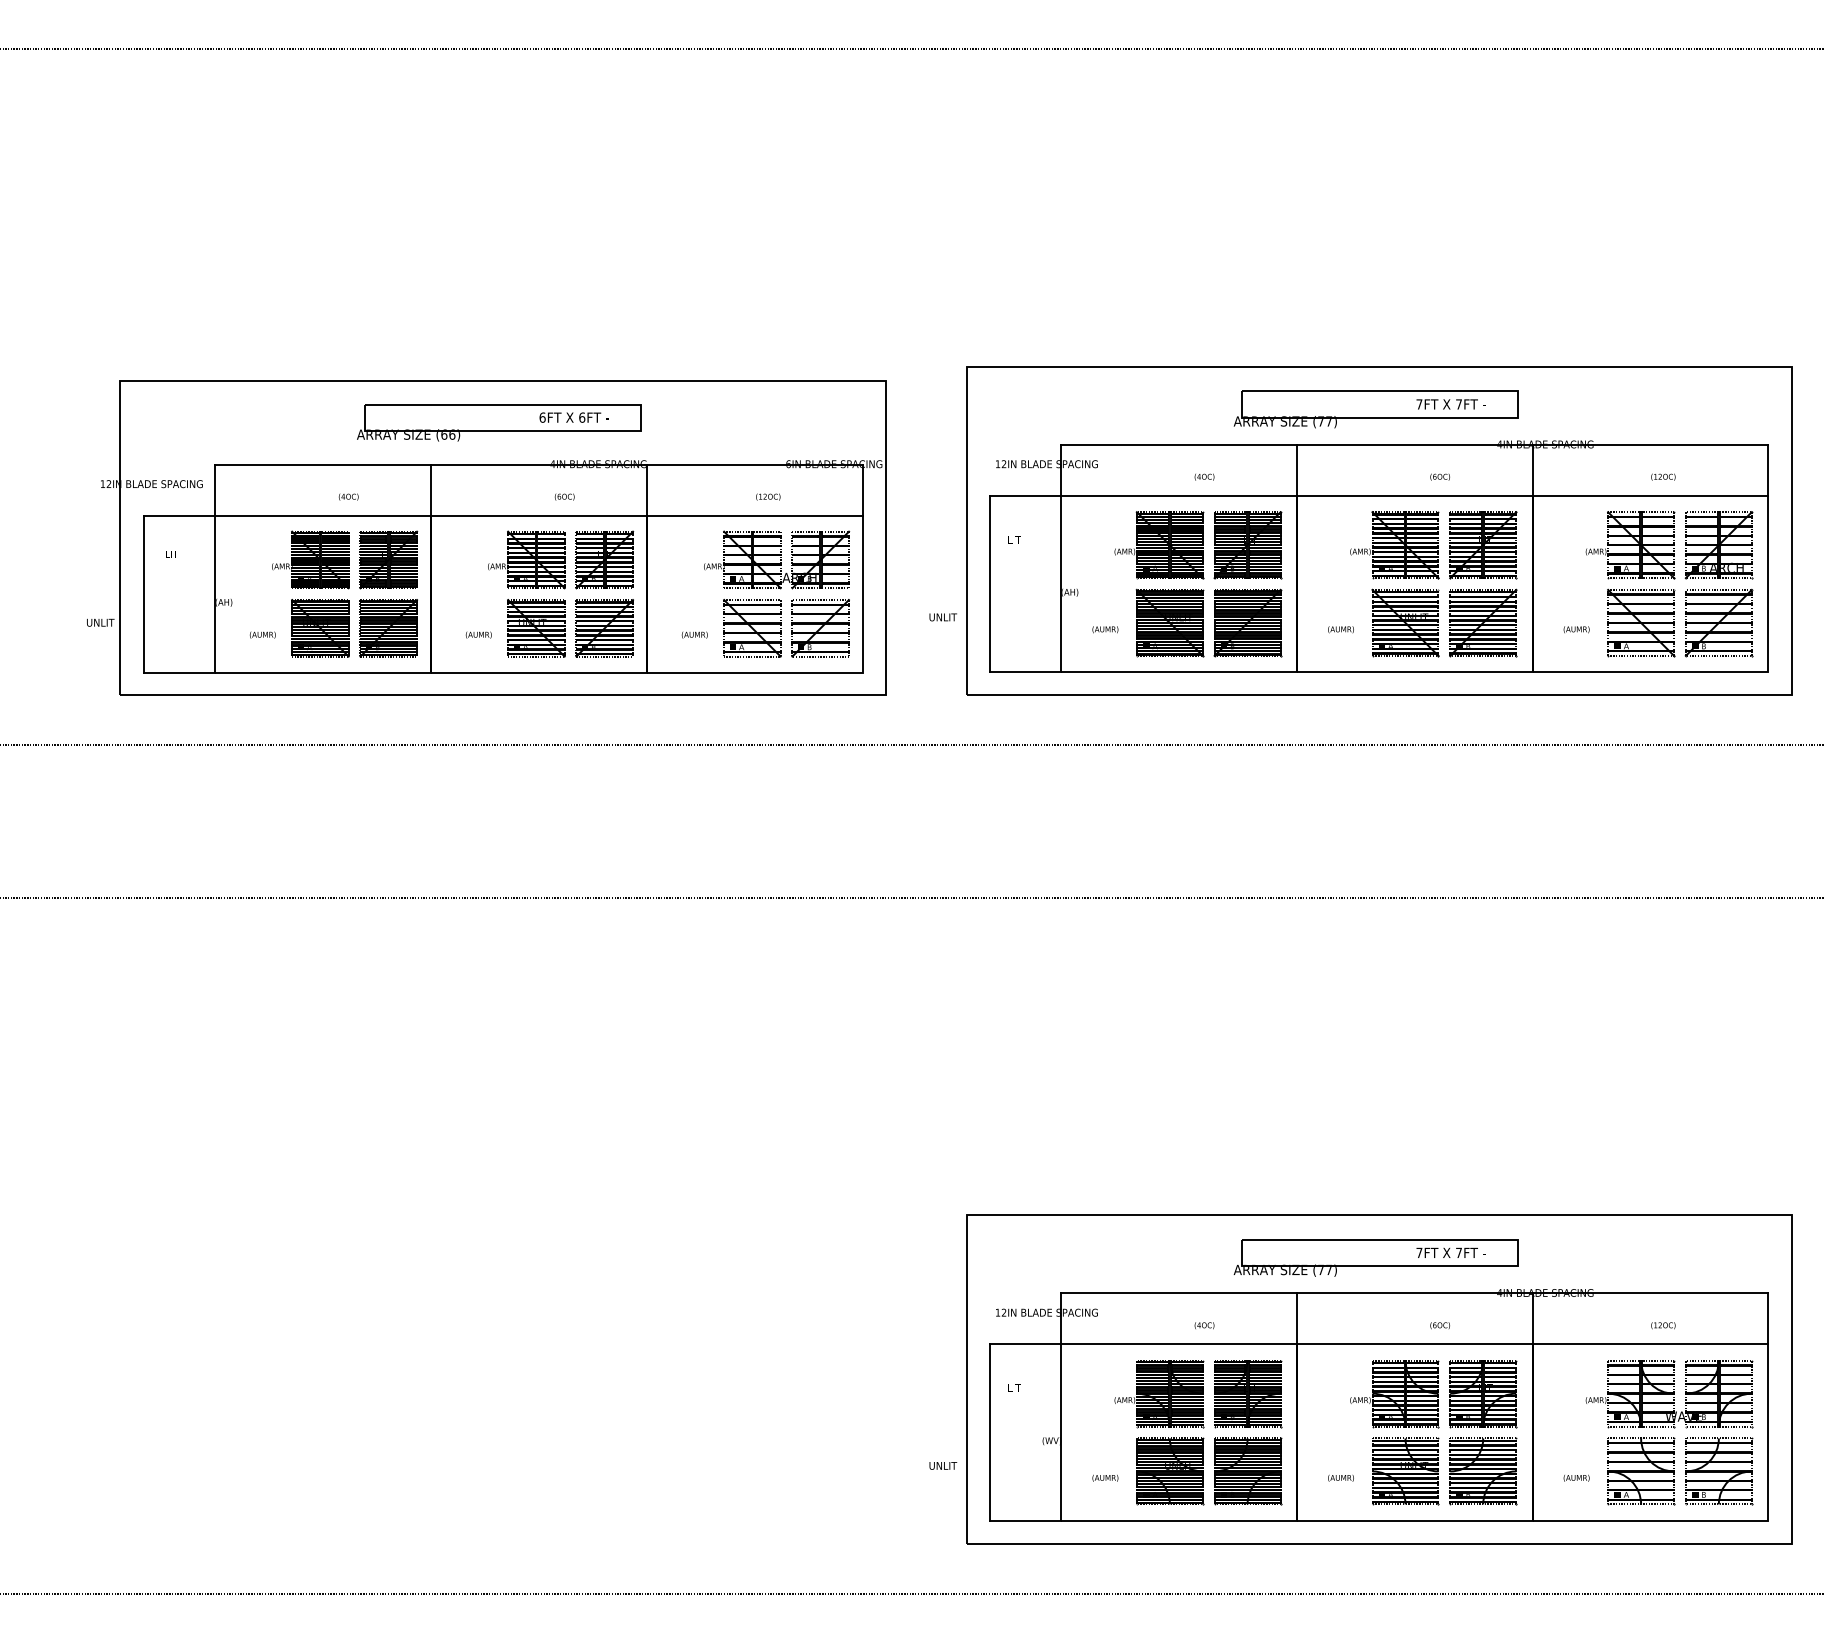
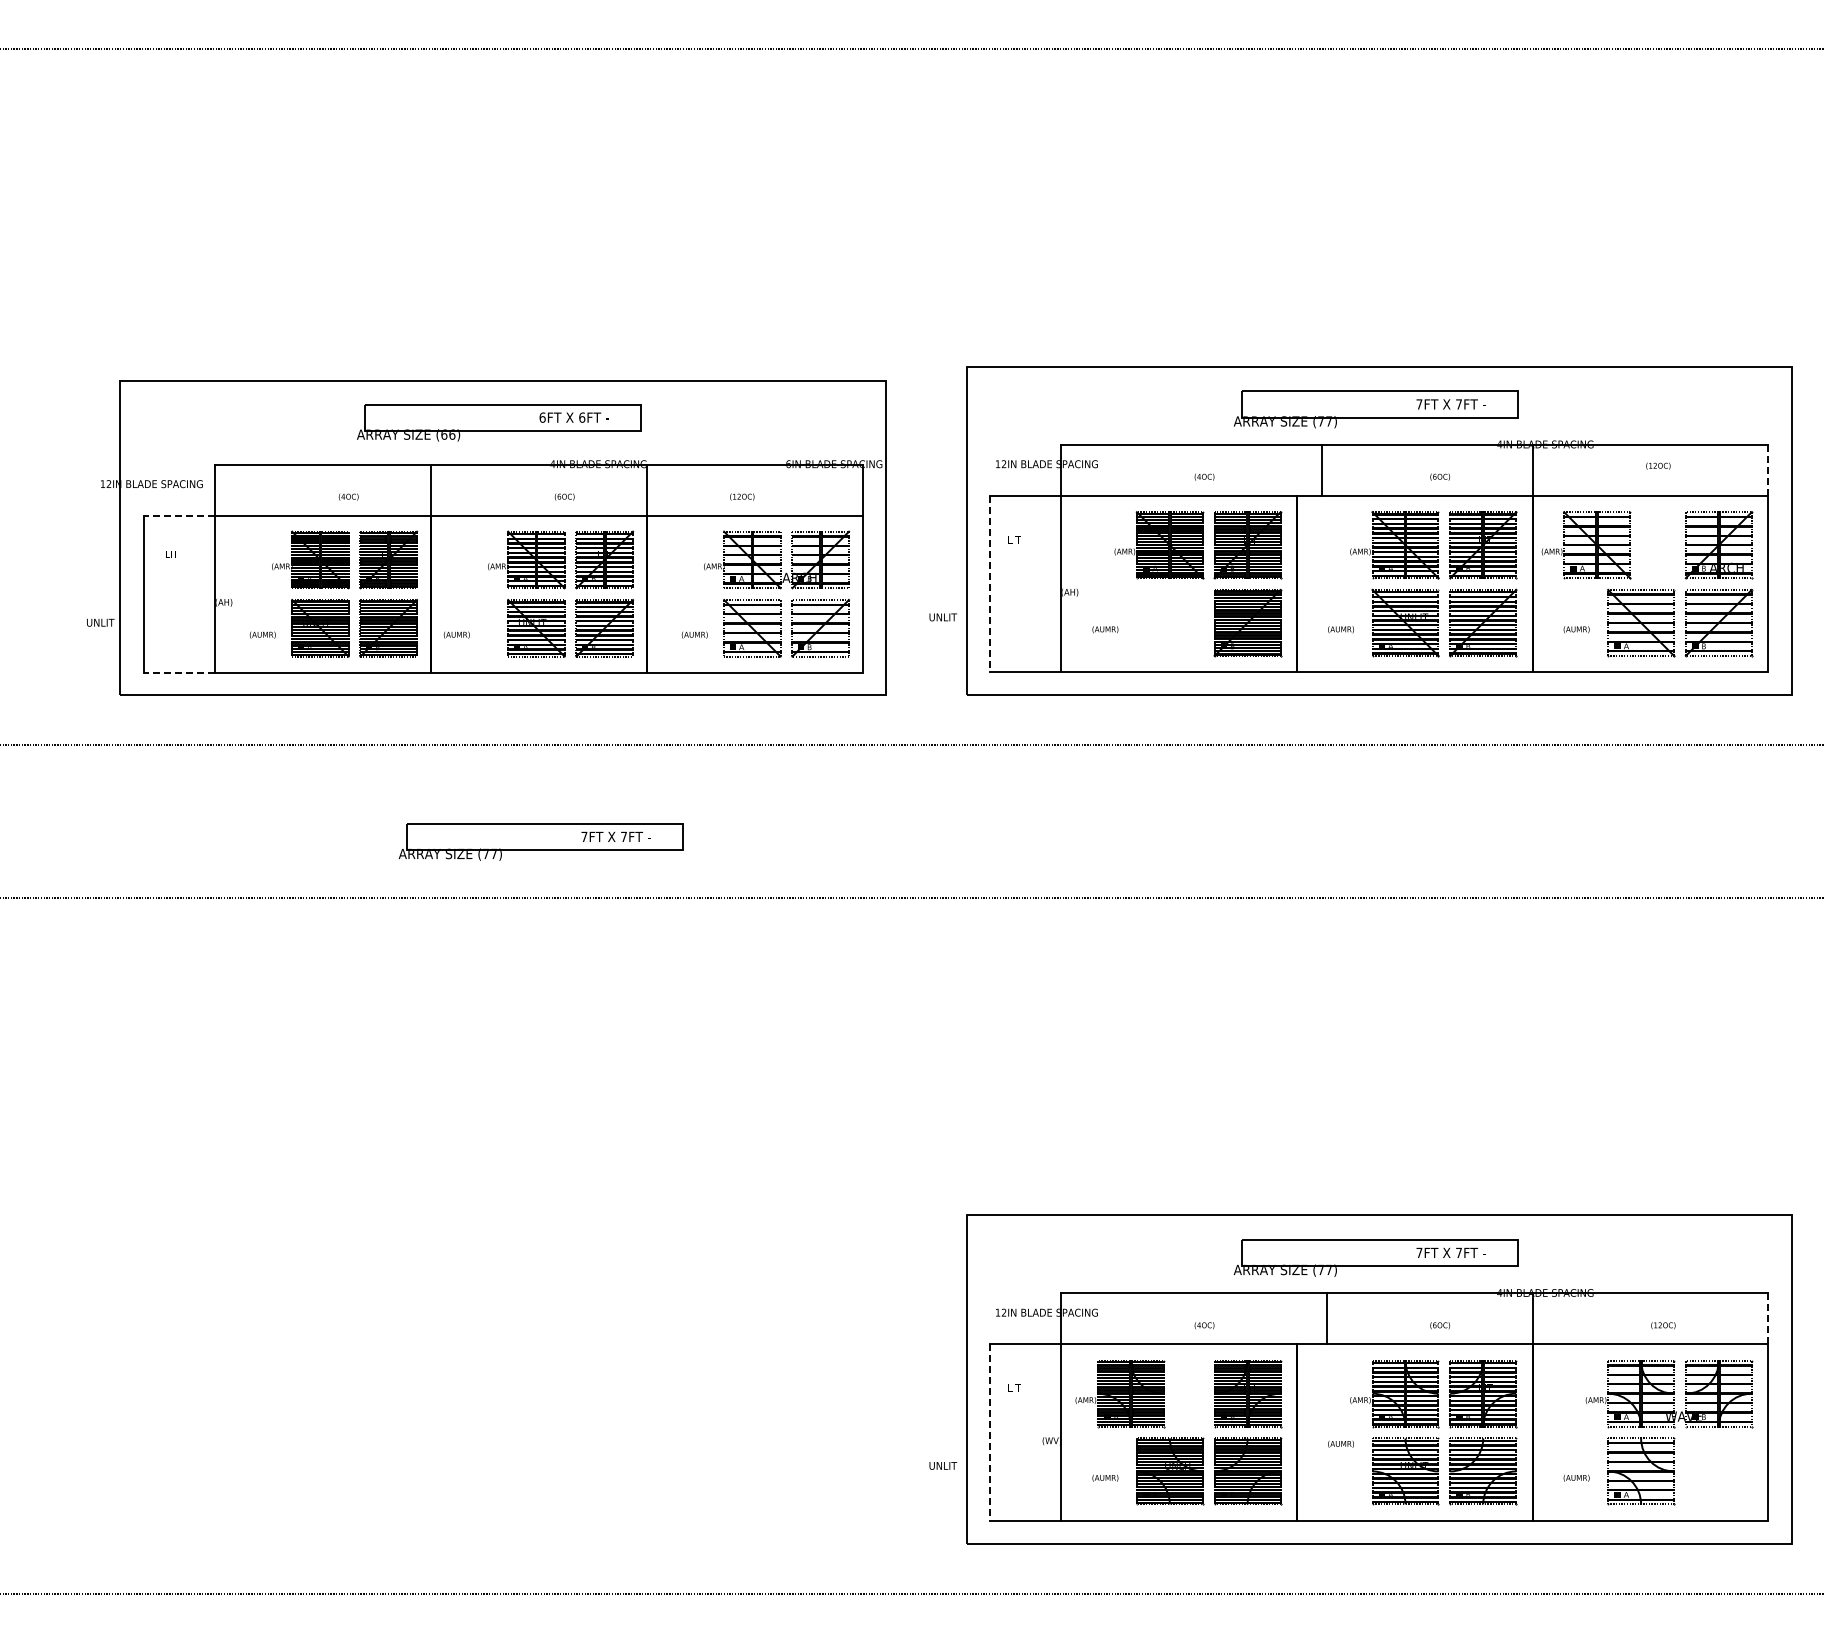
line at (1297, 469) position: (1297, 469) -> (1322, 469)
line at (1768, 469): solid -> dashed
text at (1663, 476) position: (1663, 476) -> (1658, 465)
text at (768, 496) position: (768, 496) -> (742, 496)
line at (179, 515): solid -> dashed
part at (1630, 545) position: (1630, 545) -> (1586, 545)
line at (989, 584): solid -> dashed
part at (1169, 622): present -> none
text at (478, 634) position: (478, 634) -> (456, 634)
line at (179, 672): solid -> dashed
part at (540, 841): none -> present
line at (1297, 1318) position: (1297, 1318) -> (1327, 1318)
line at (1768, 1318): solid -> dashed
part at (1159, 1394) position: (1159, 1394) -> (1120, 1394)
line at (989, 1433): solid -> dashed
part at (1719, 1471): present -> none
text at (1340, 1477) position: (1340, 1477) -> (1340, 1443)
